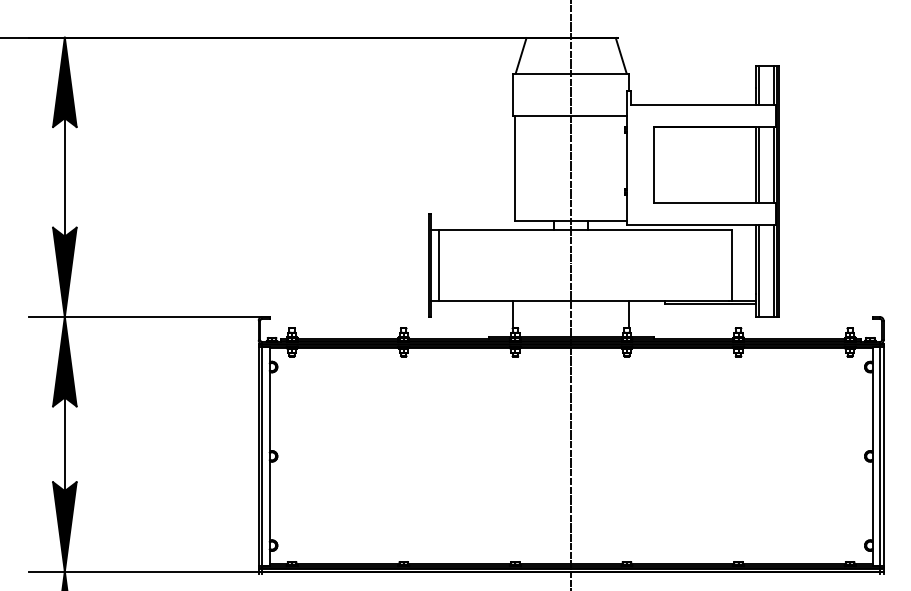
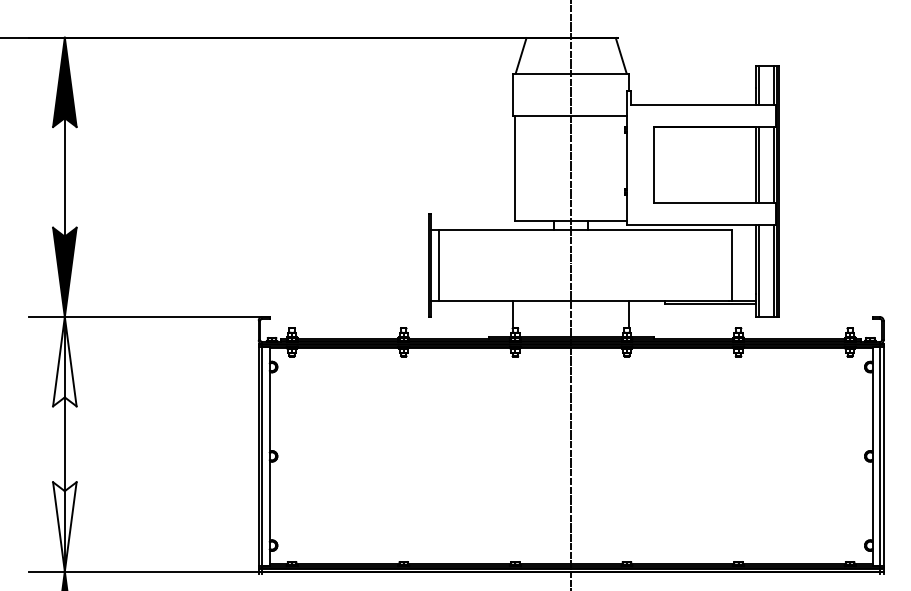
fill at (64, 361): present -> none
fill at (64, 526): present -> none
